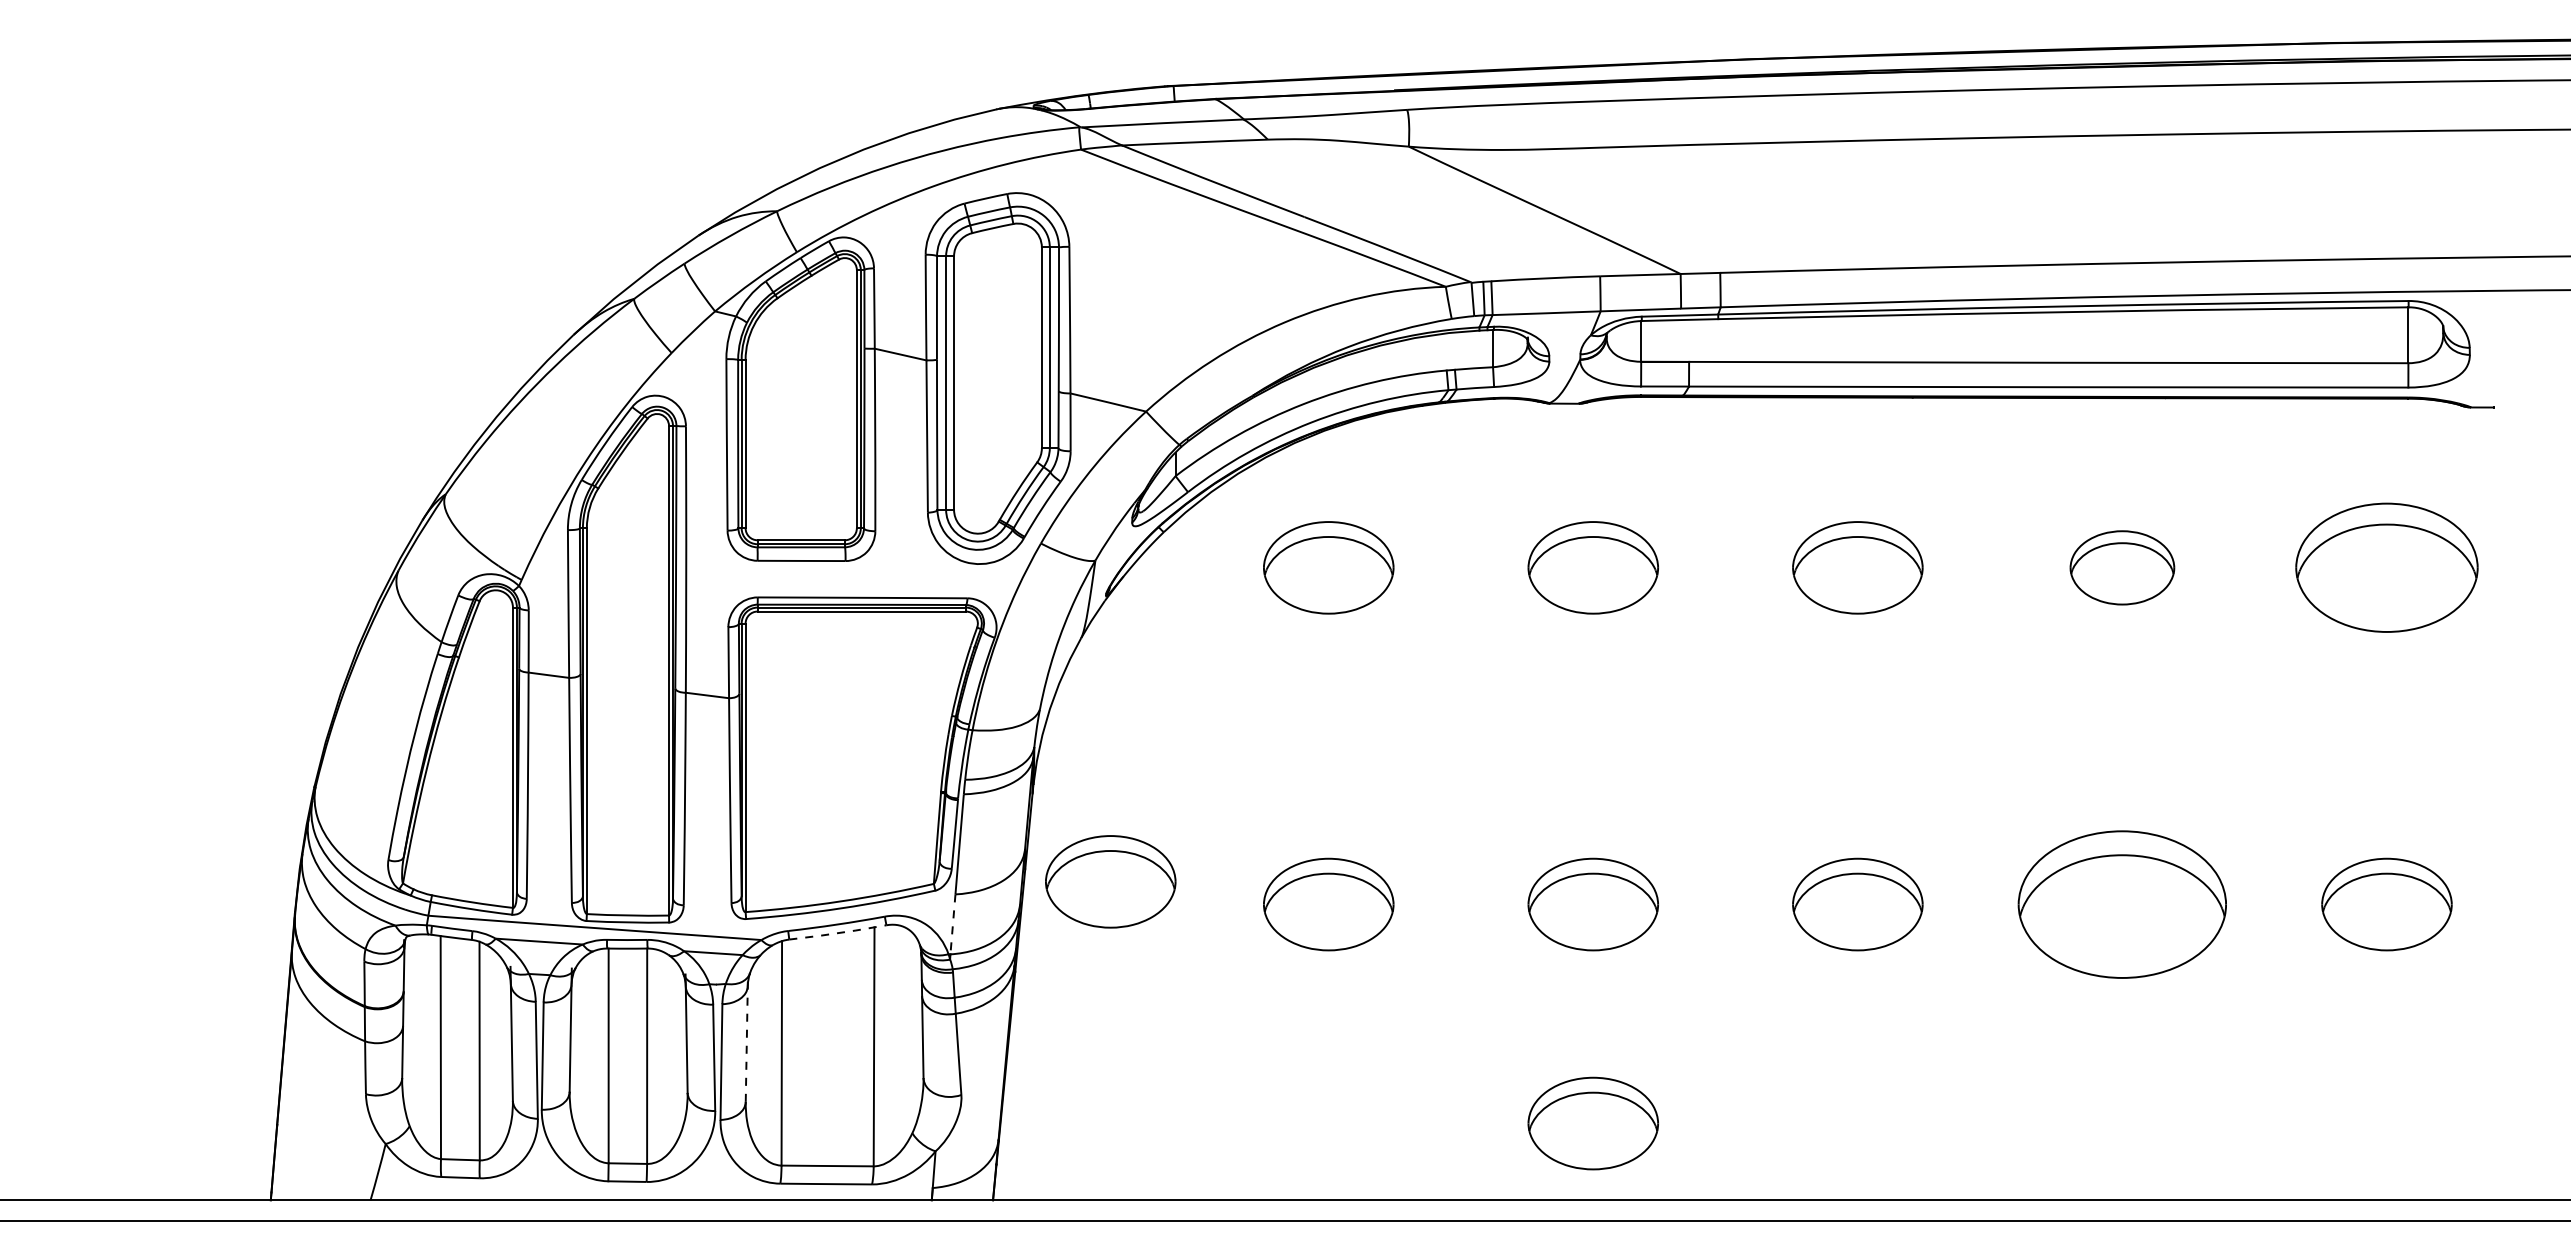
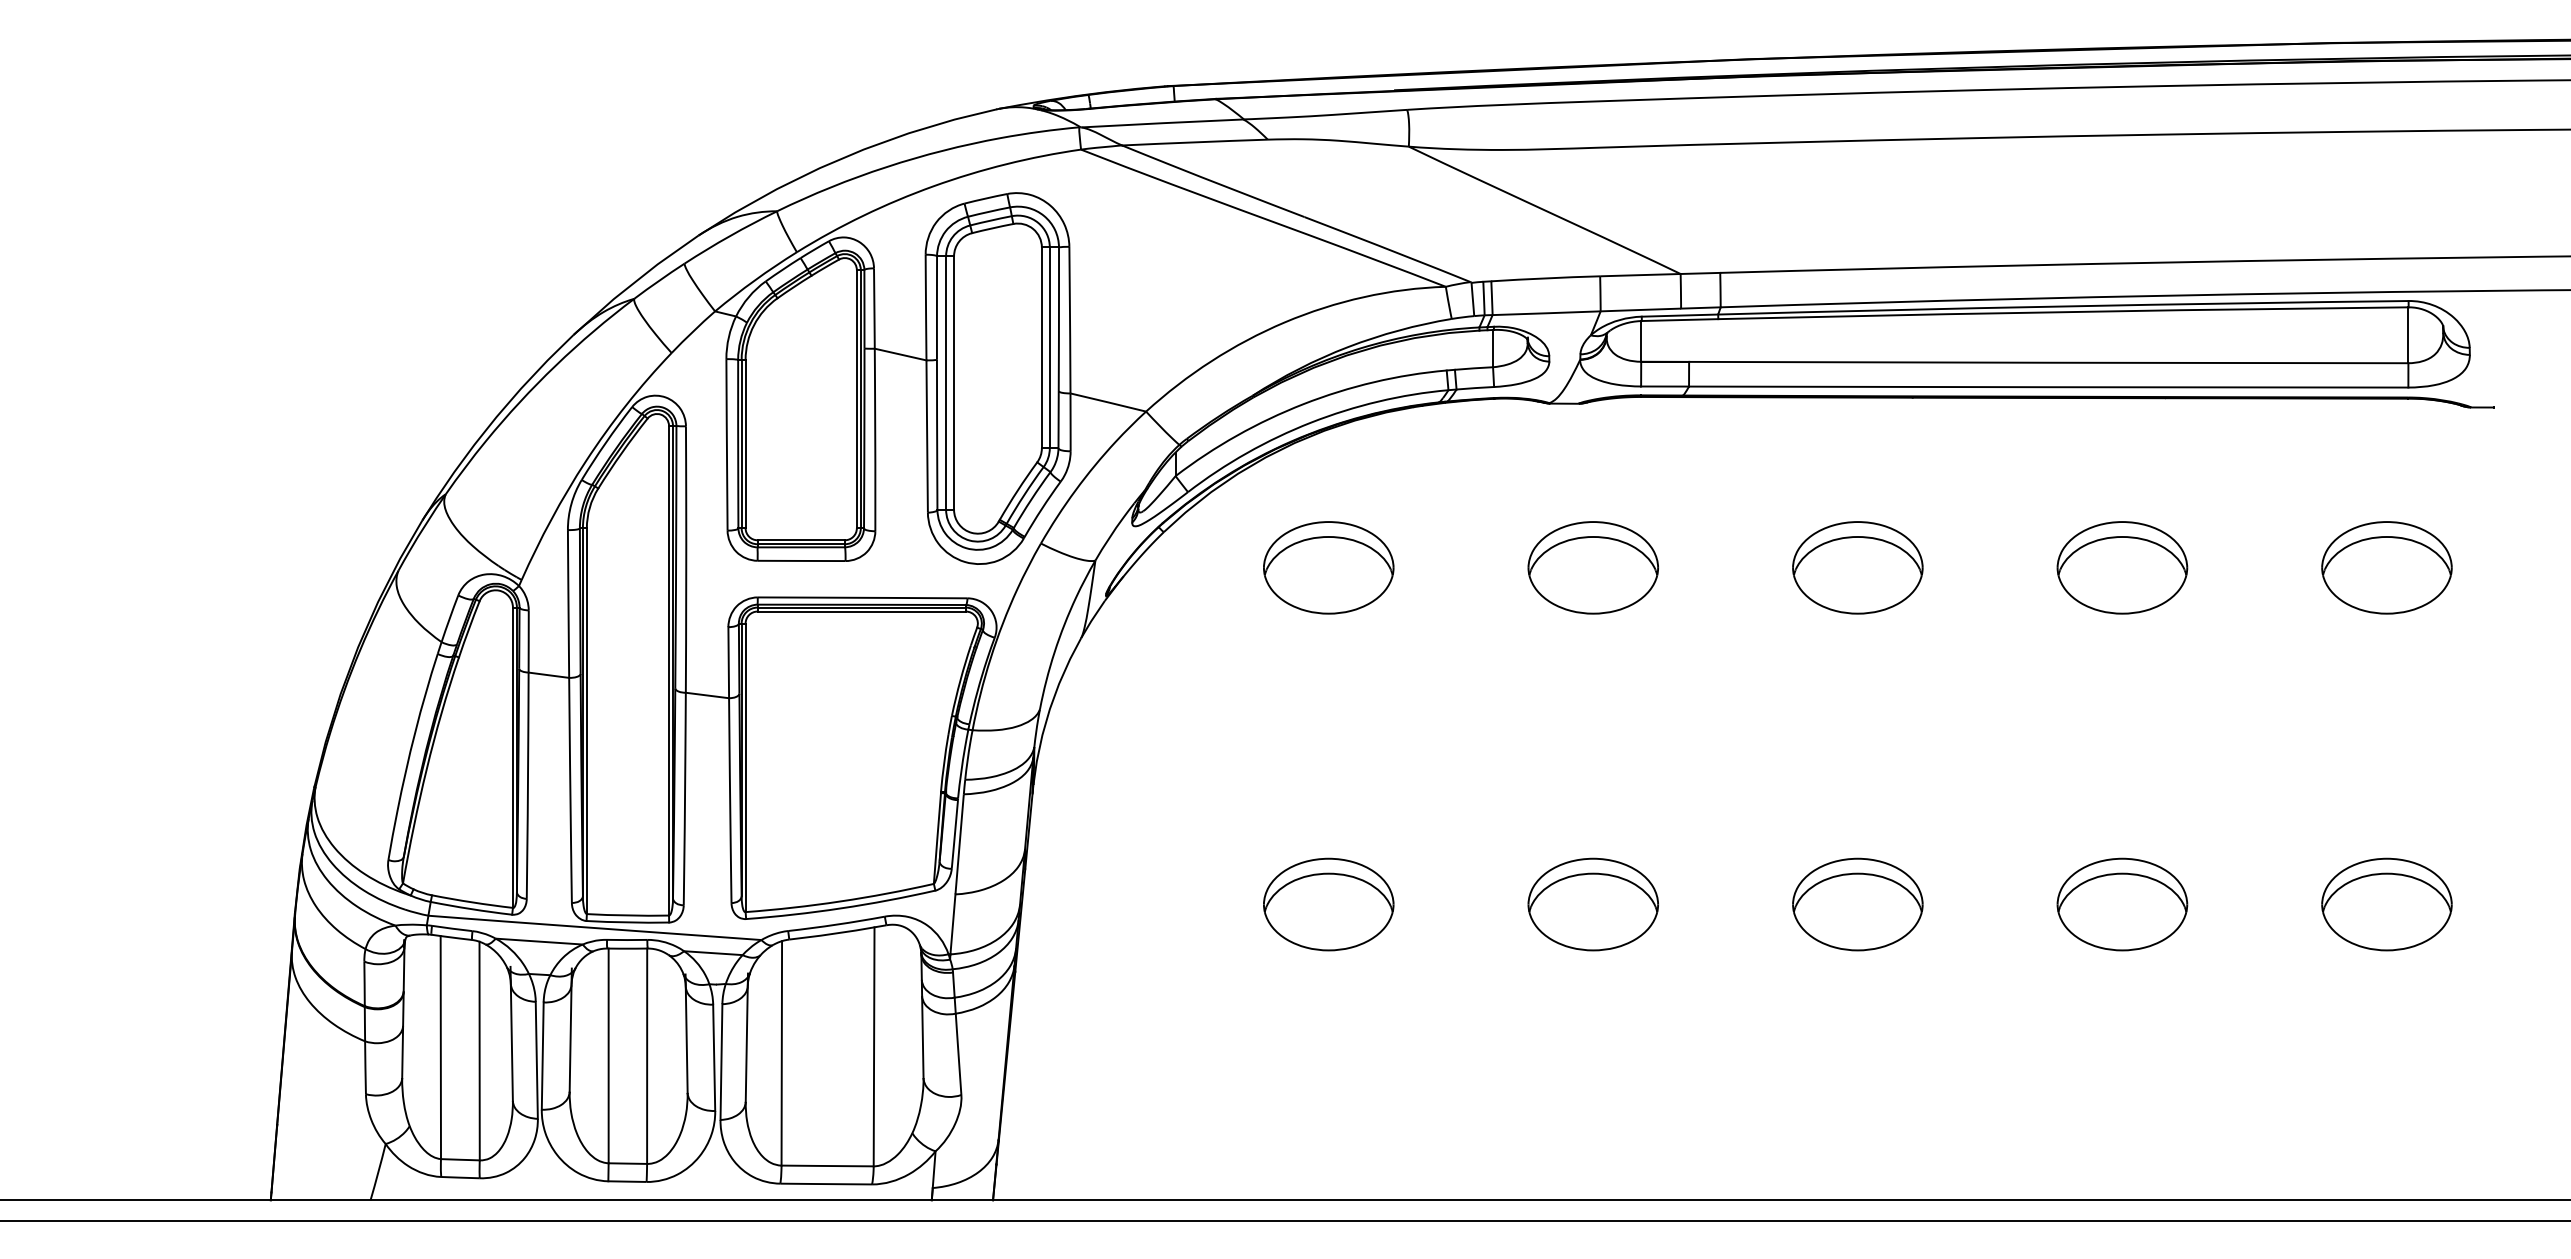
part at (2122, 567) size: 107x76 px -> 133x94 px
part at (2386, 567) size: 184x131 px -> 132x94 px
part at (1110, 881): present -> none
part at (2121, 904) size: 210x149 px -> 133x95 px
line at (952, 924): dashed -> solid
line at (838, 933): dashed -> solid
line at (746, 1037): dashed -> solid
part at (1592, 1123): present -> none
